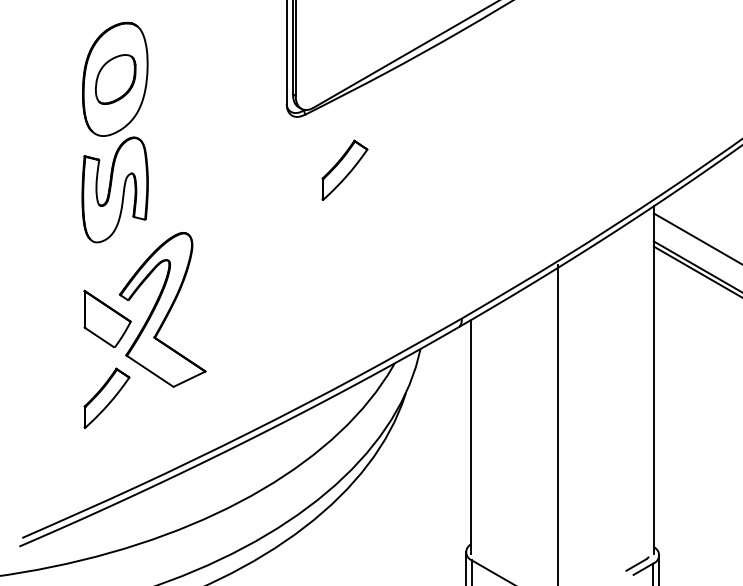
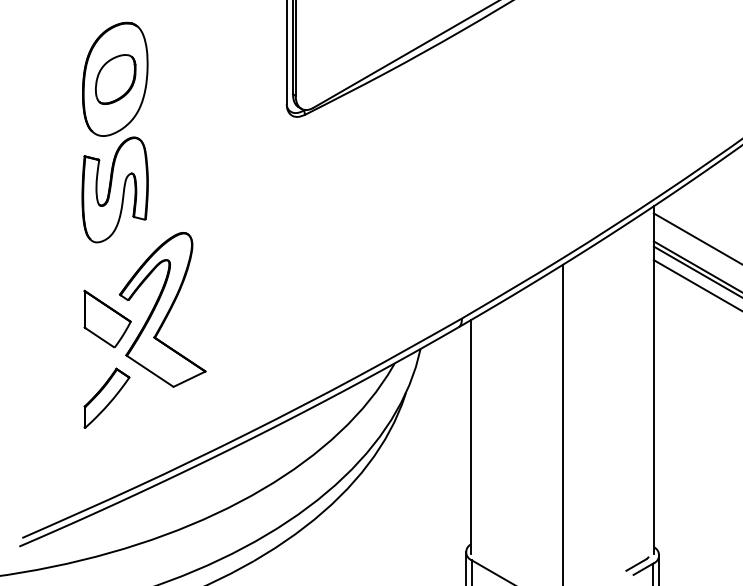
part at (344, 169): present -> none
line at (696, 284): none -> present
line at (557, 423) position: (557, 423) -> (562, 423)
